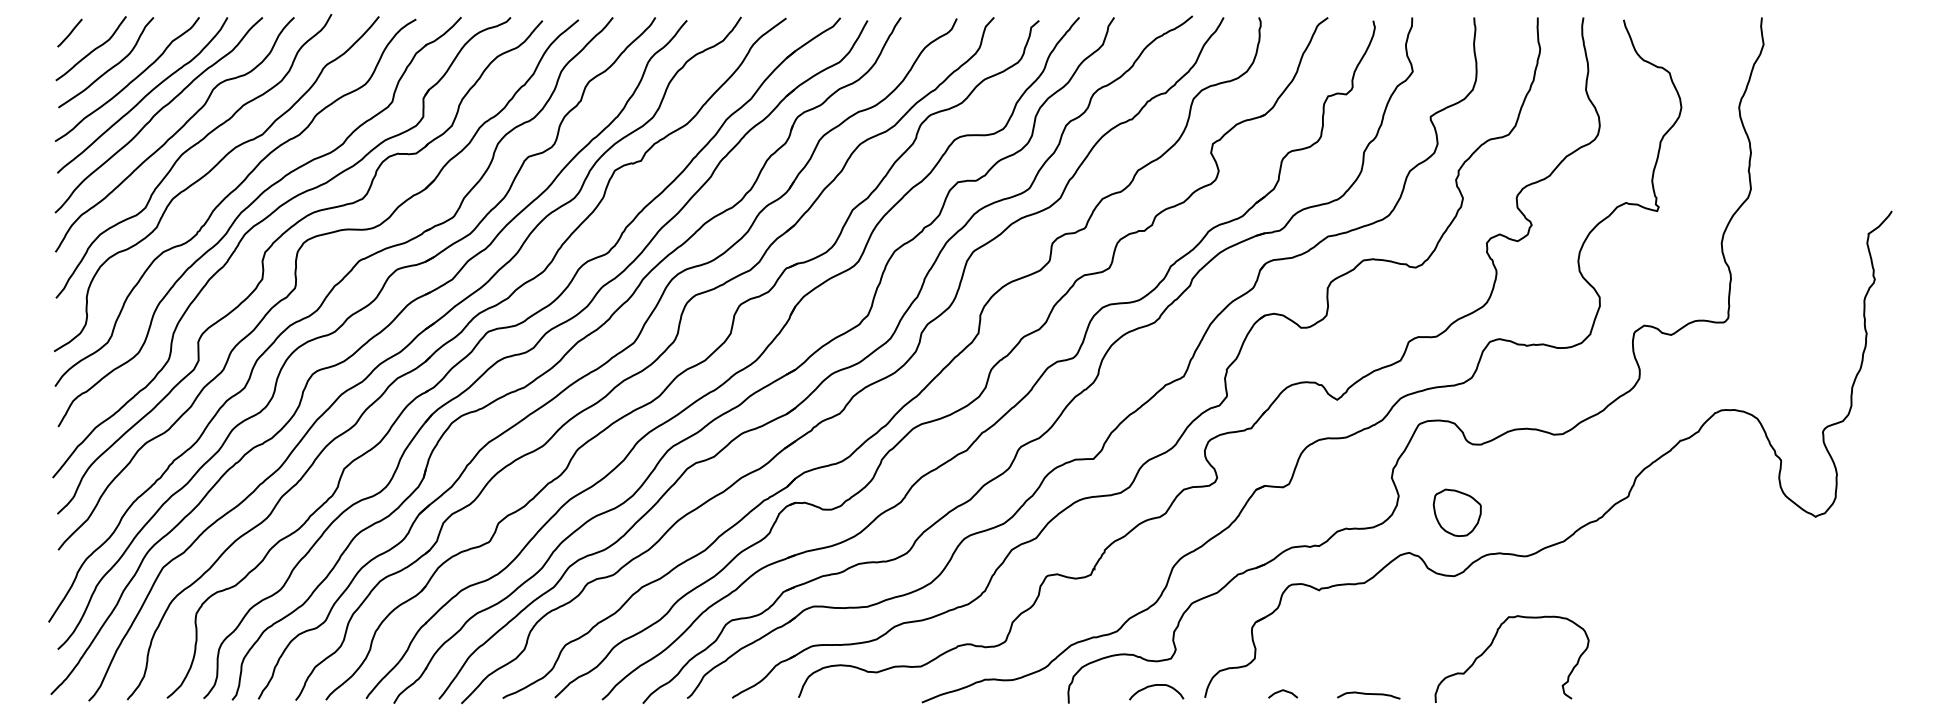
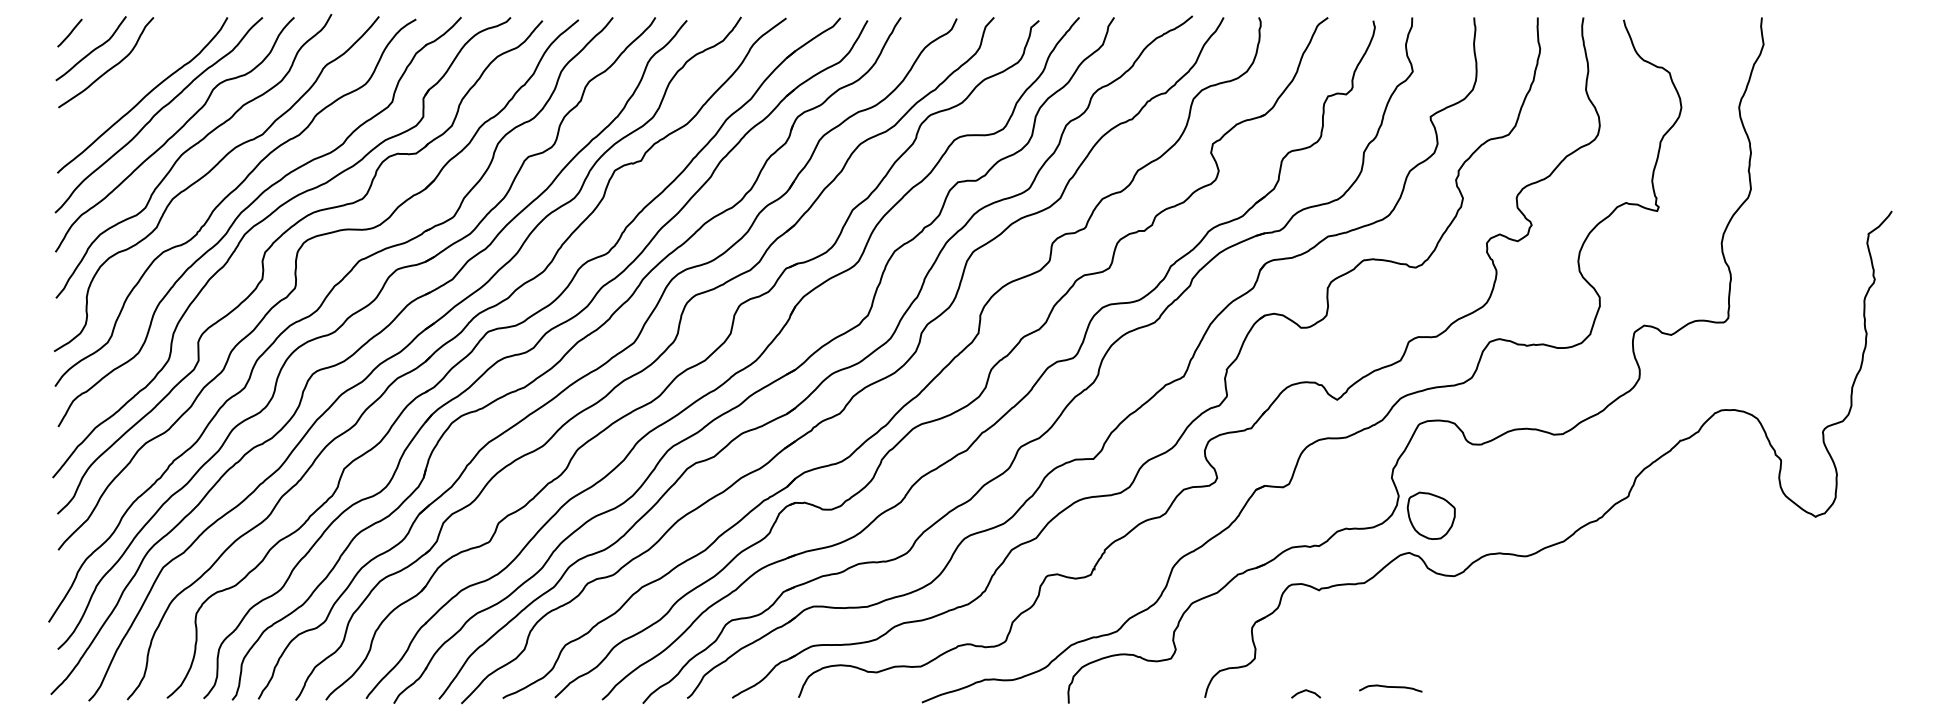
curve at (129, 82): present -> none
part at (1456, 512) position: (1456, 512) -> (1430, 515)
curve at (1492, 644): present -> none
curve at (1154, 686): present -> none
curve at (1283, 691) position: (1283, 691) -> (1306, 691)
curve at (1368, 694) position: (1368, 694) -> (1390, 687)
